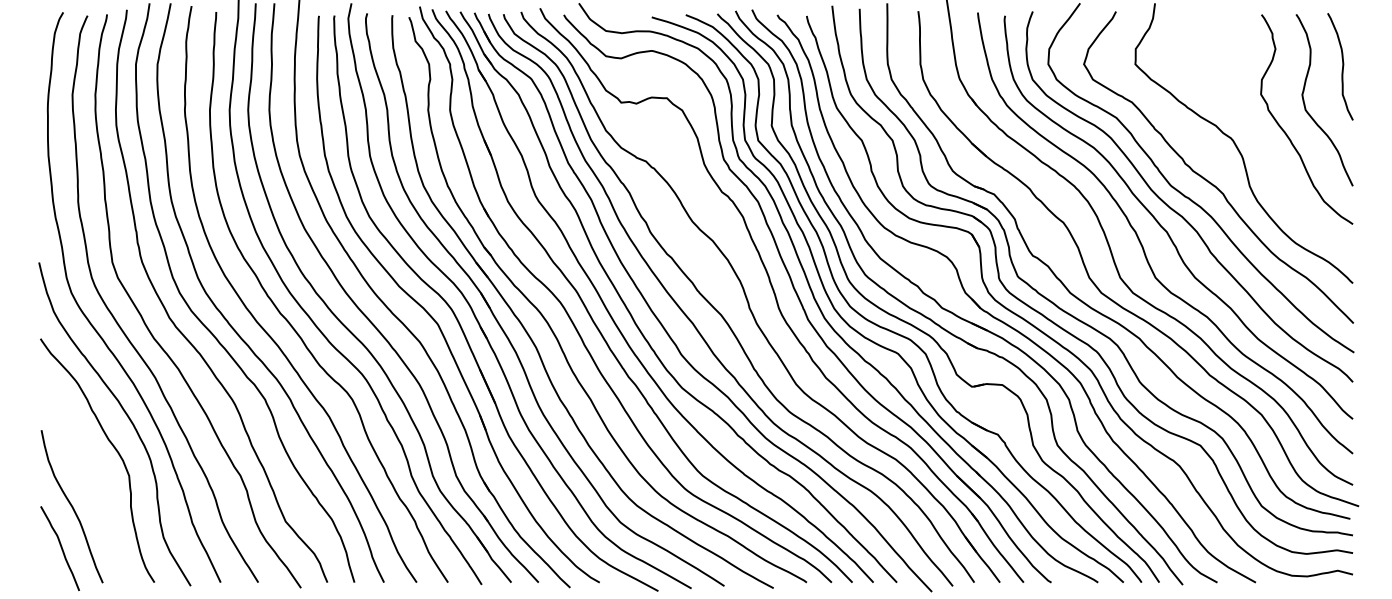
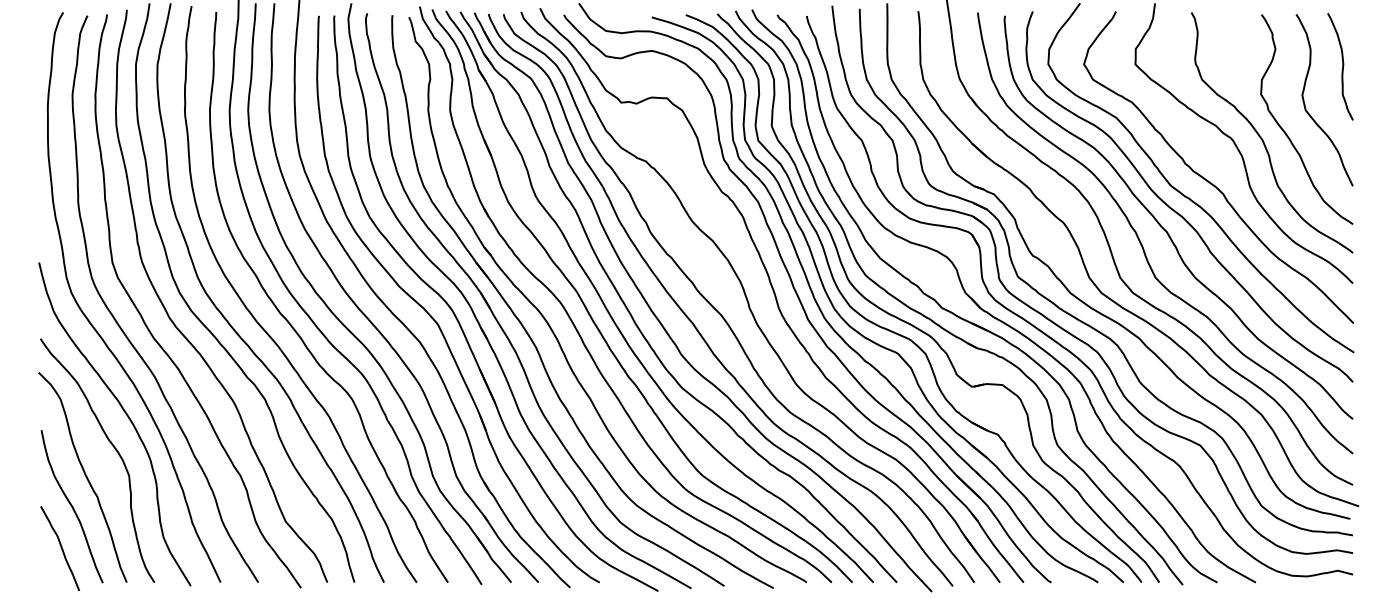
curve at (1263, 139): none -> present
curve at (84, 475): none -> present
